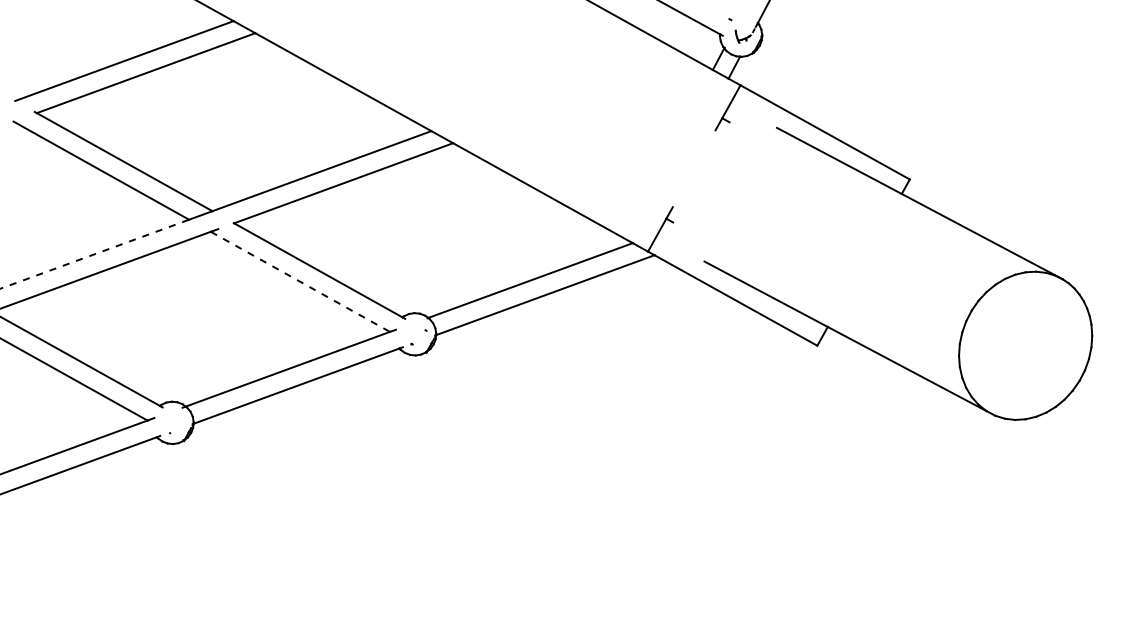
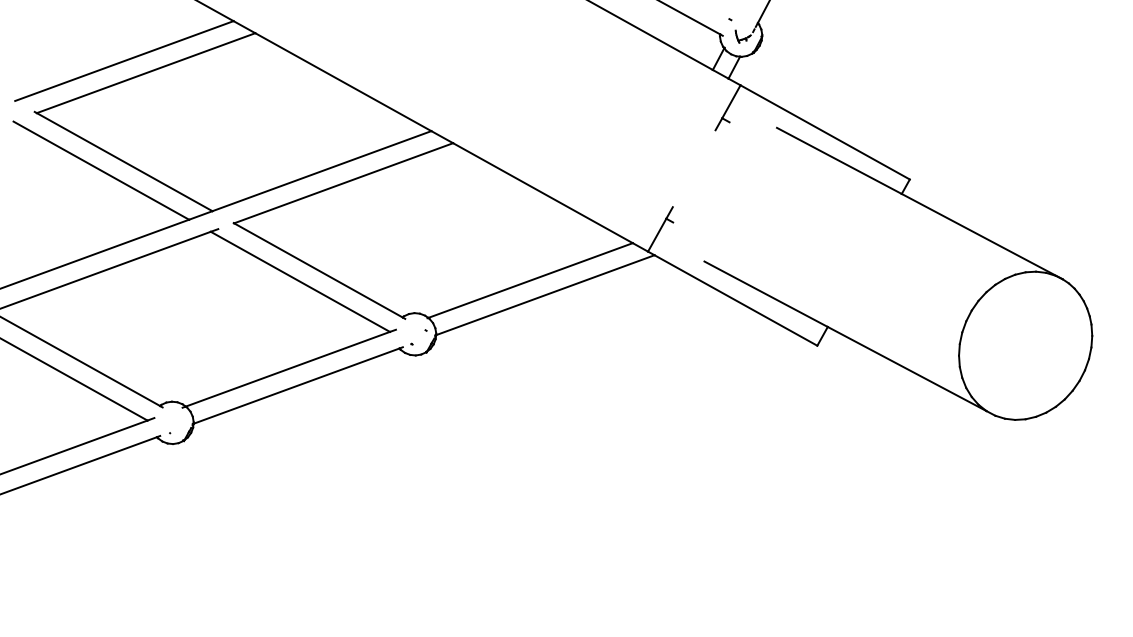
line at (95, 253): dashed -> solid
line at (300, 281): dashed -> solid
